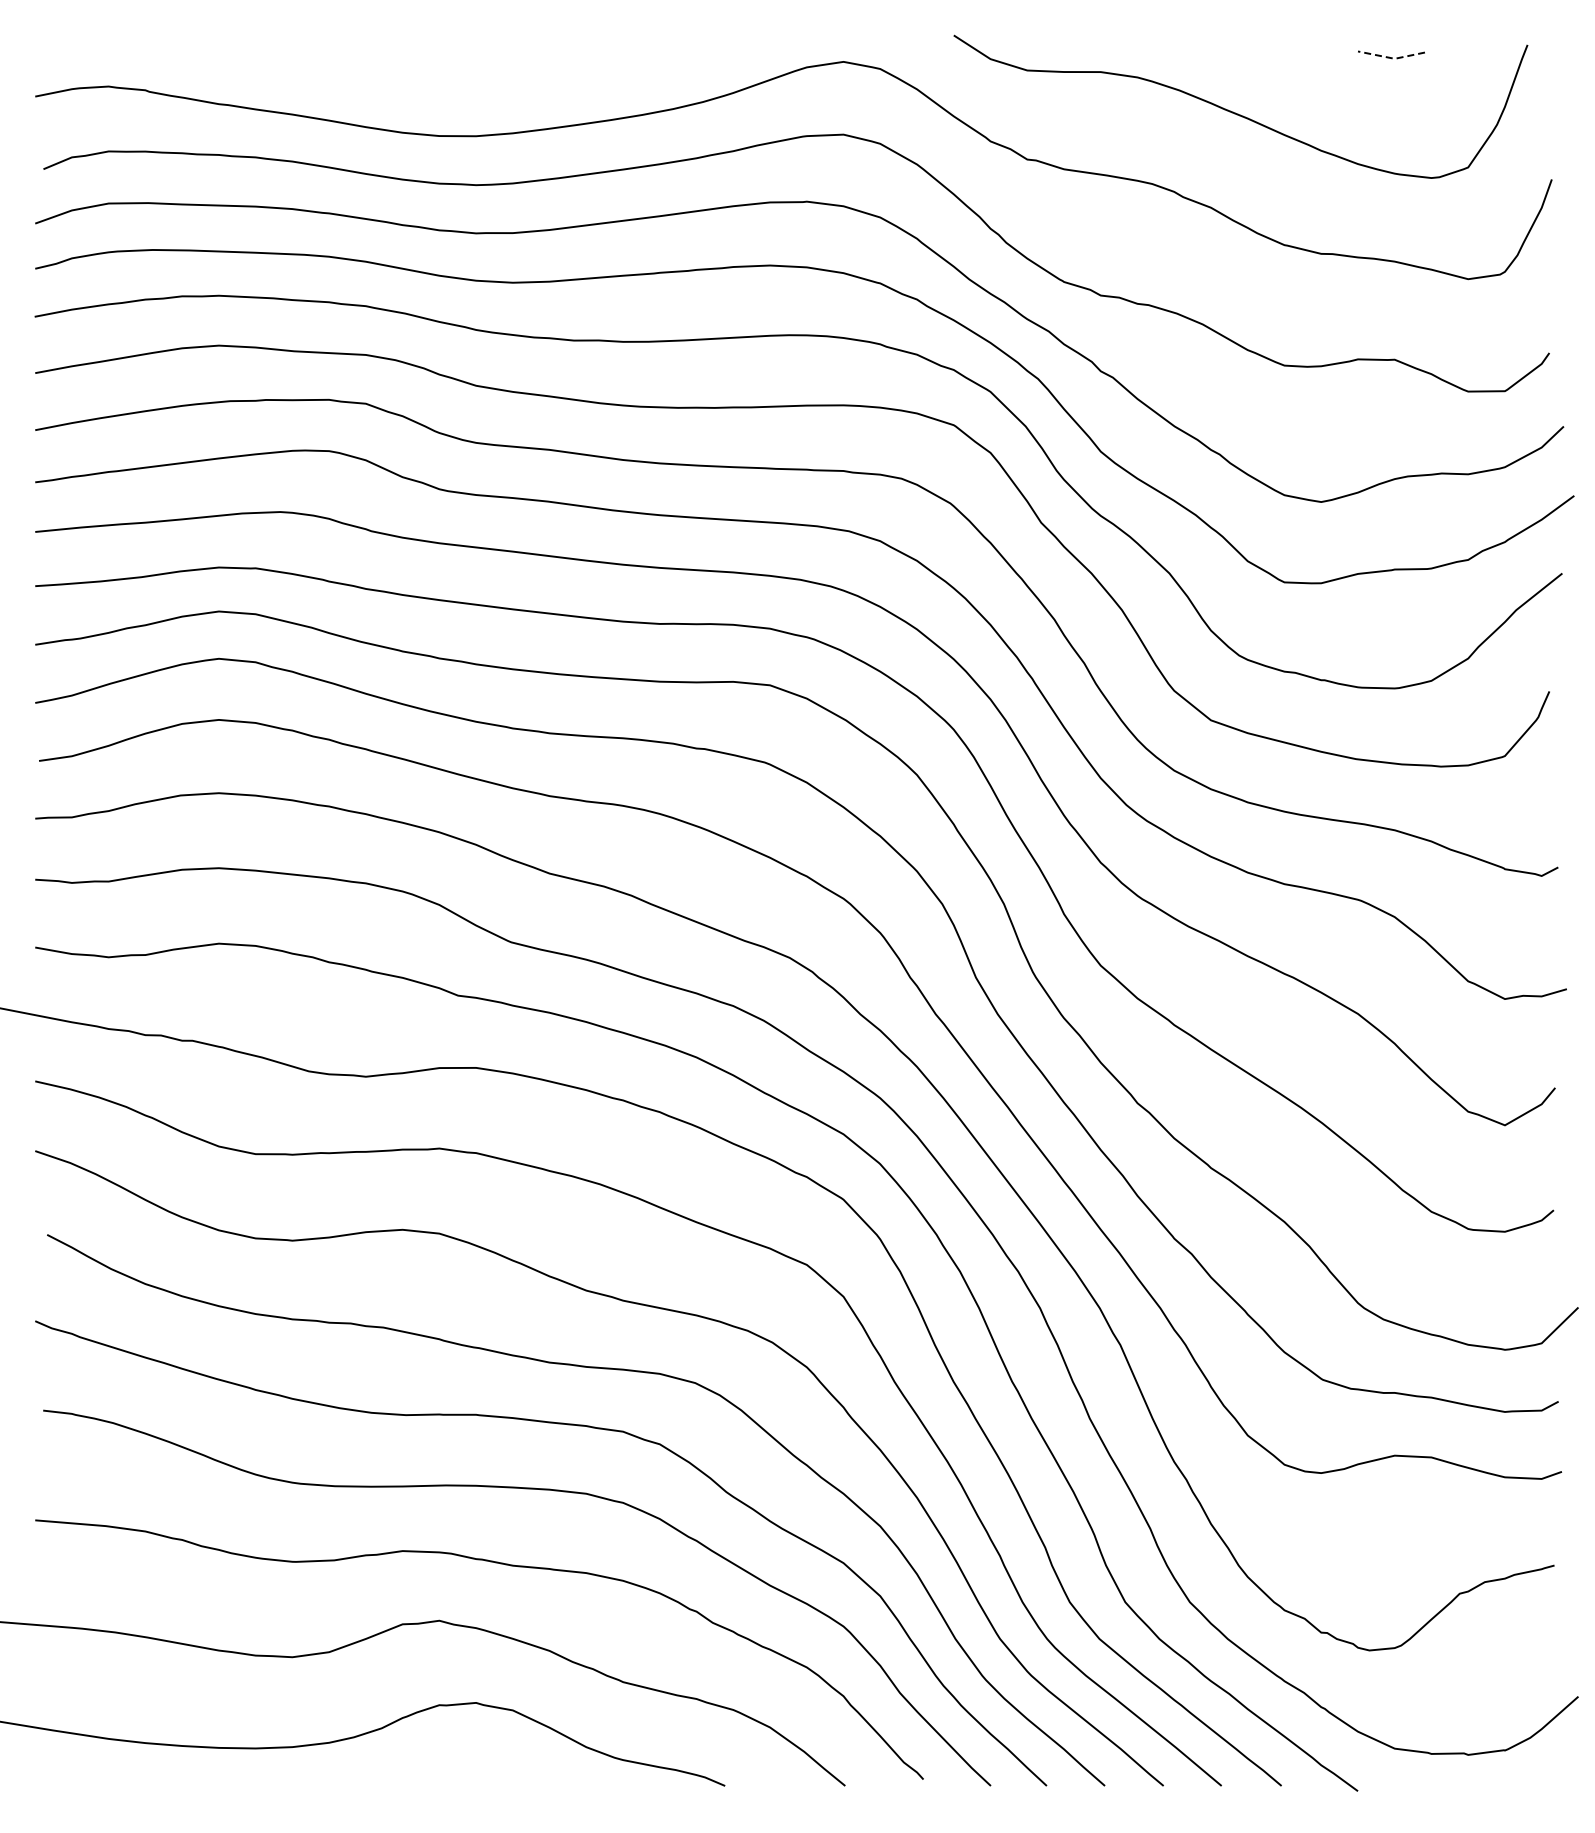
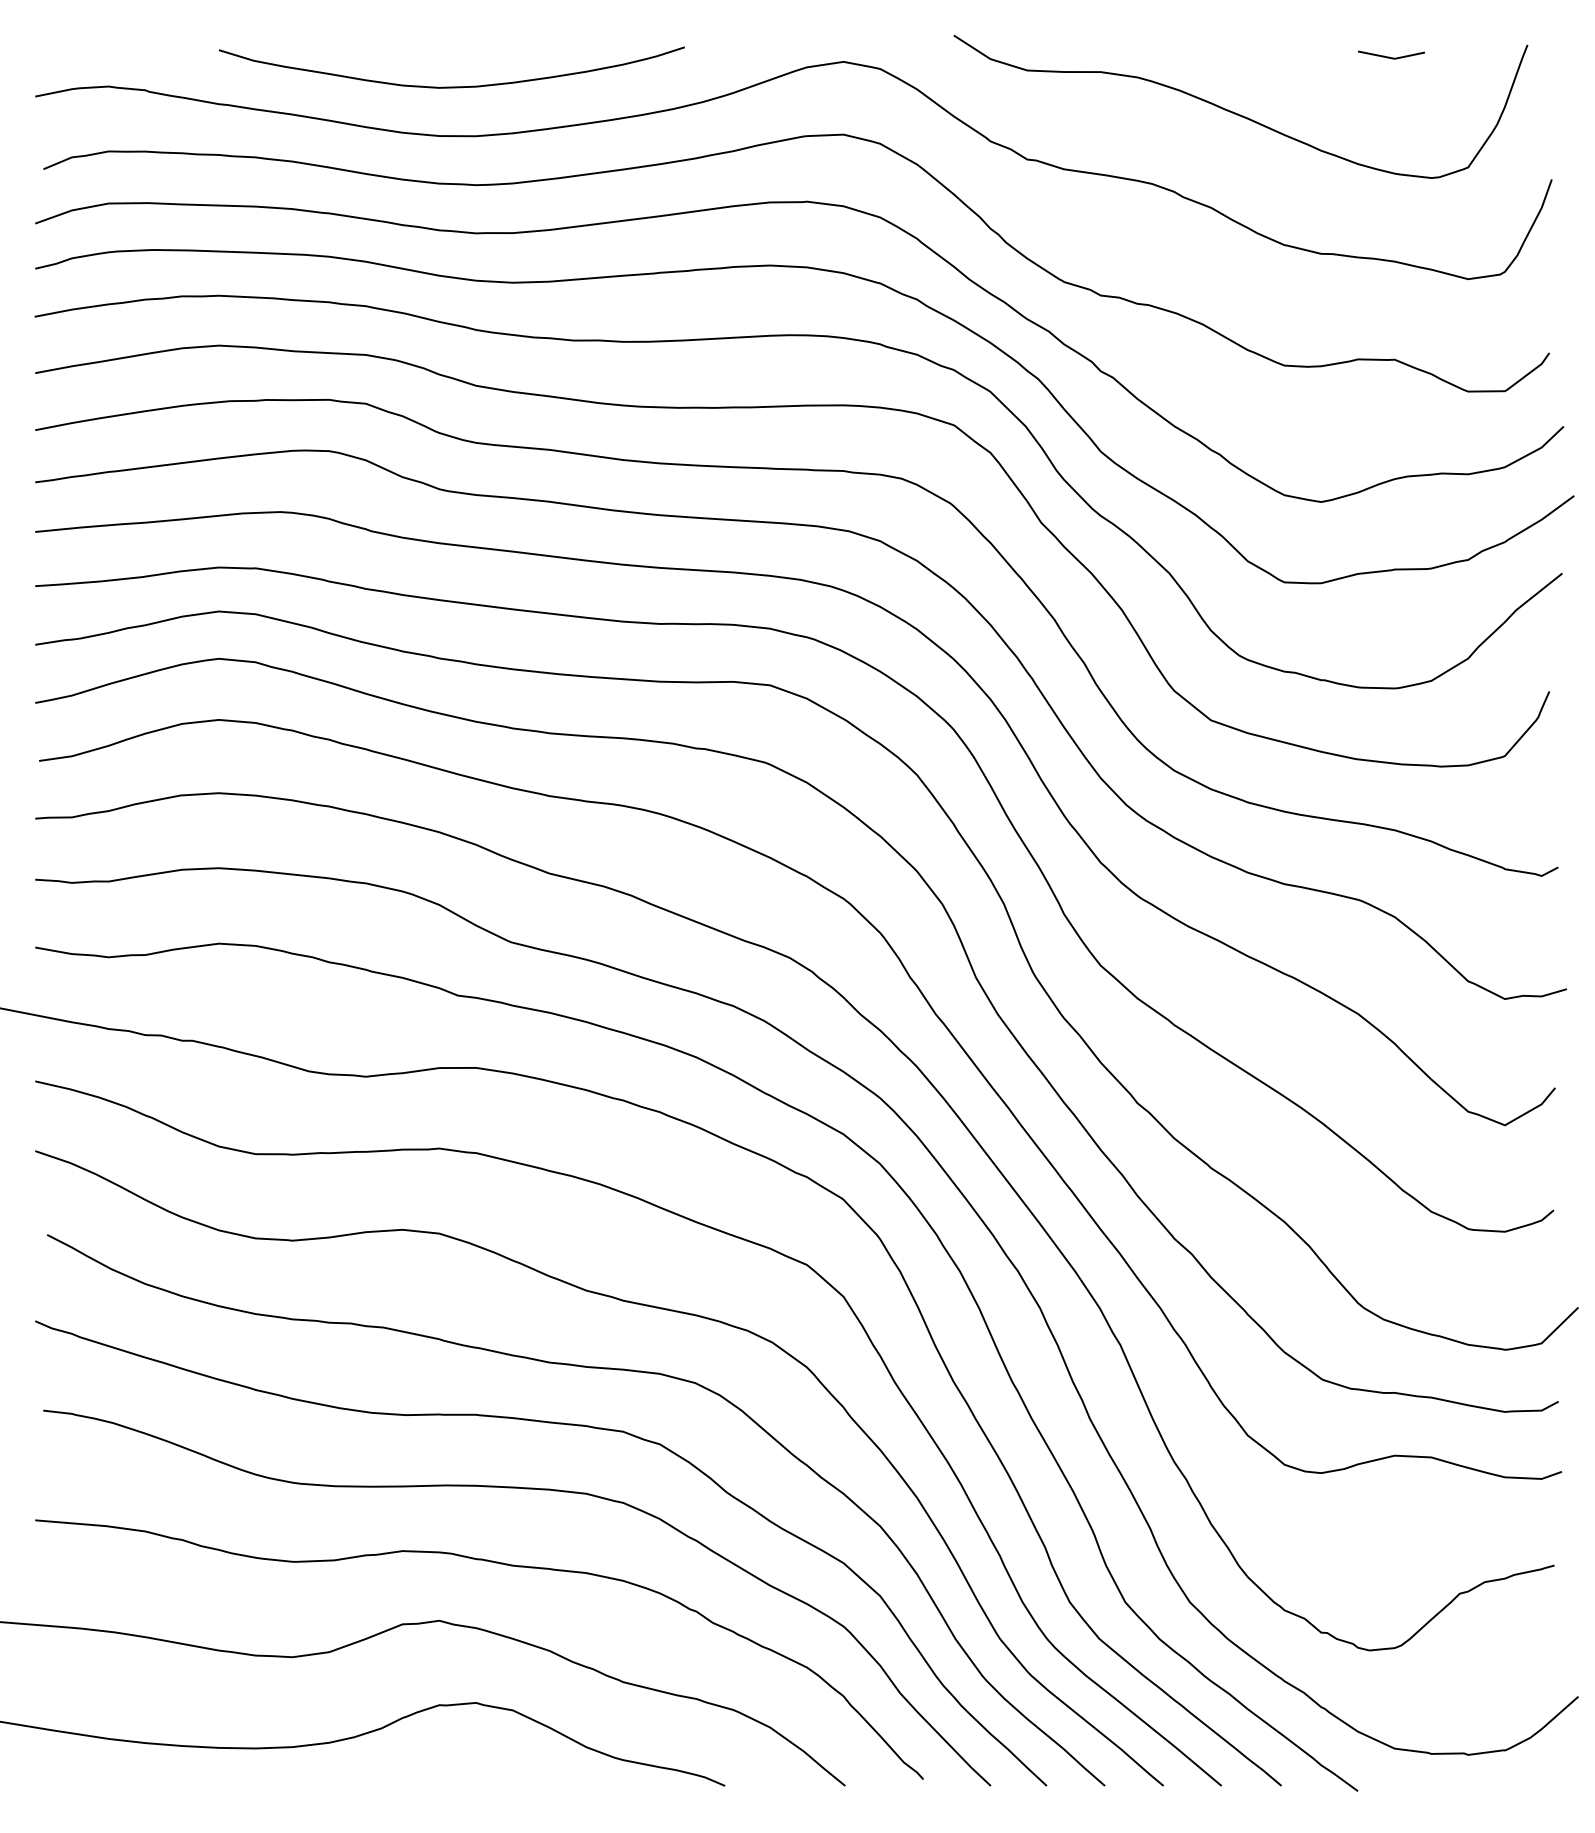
line at (1391, 58): dashed -> solid
curve at (451, 86): none -> present
